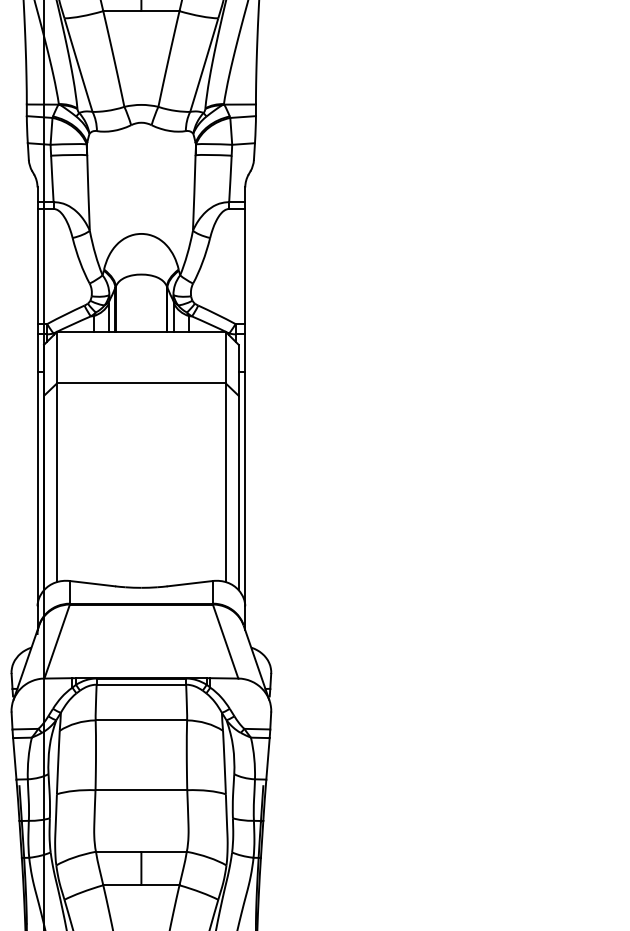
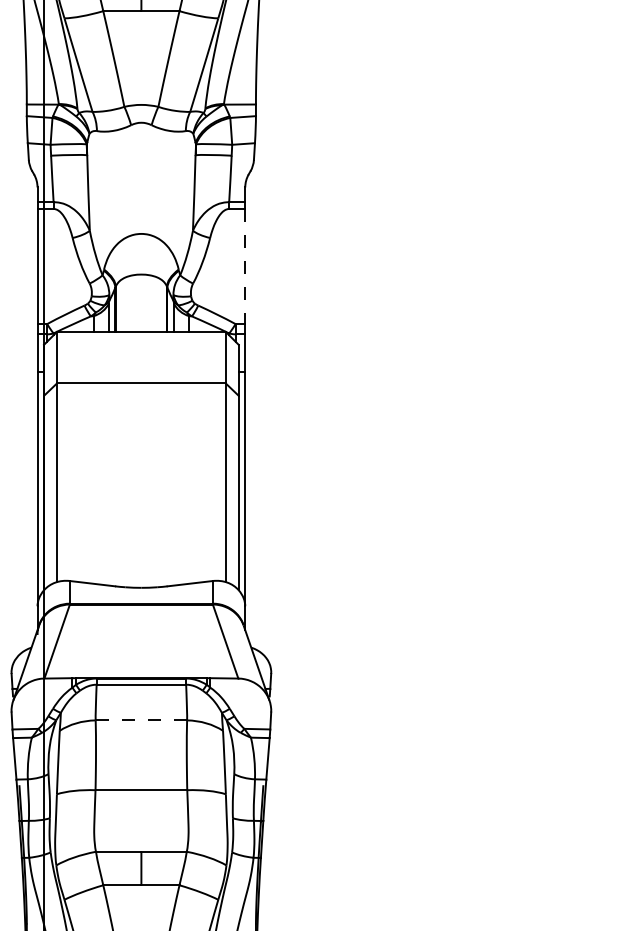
line at (245, 266): solid -> dashed
line at (141, 720): solid -> dashed
